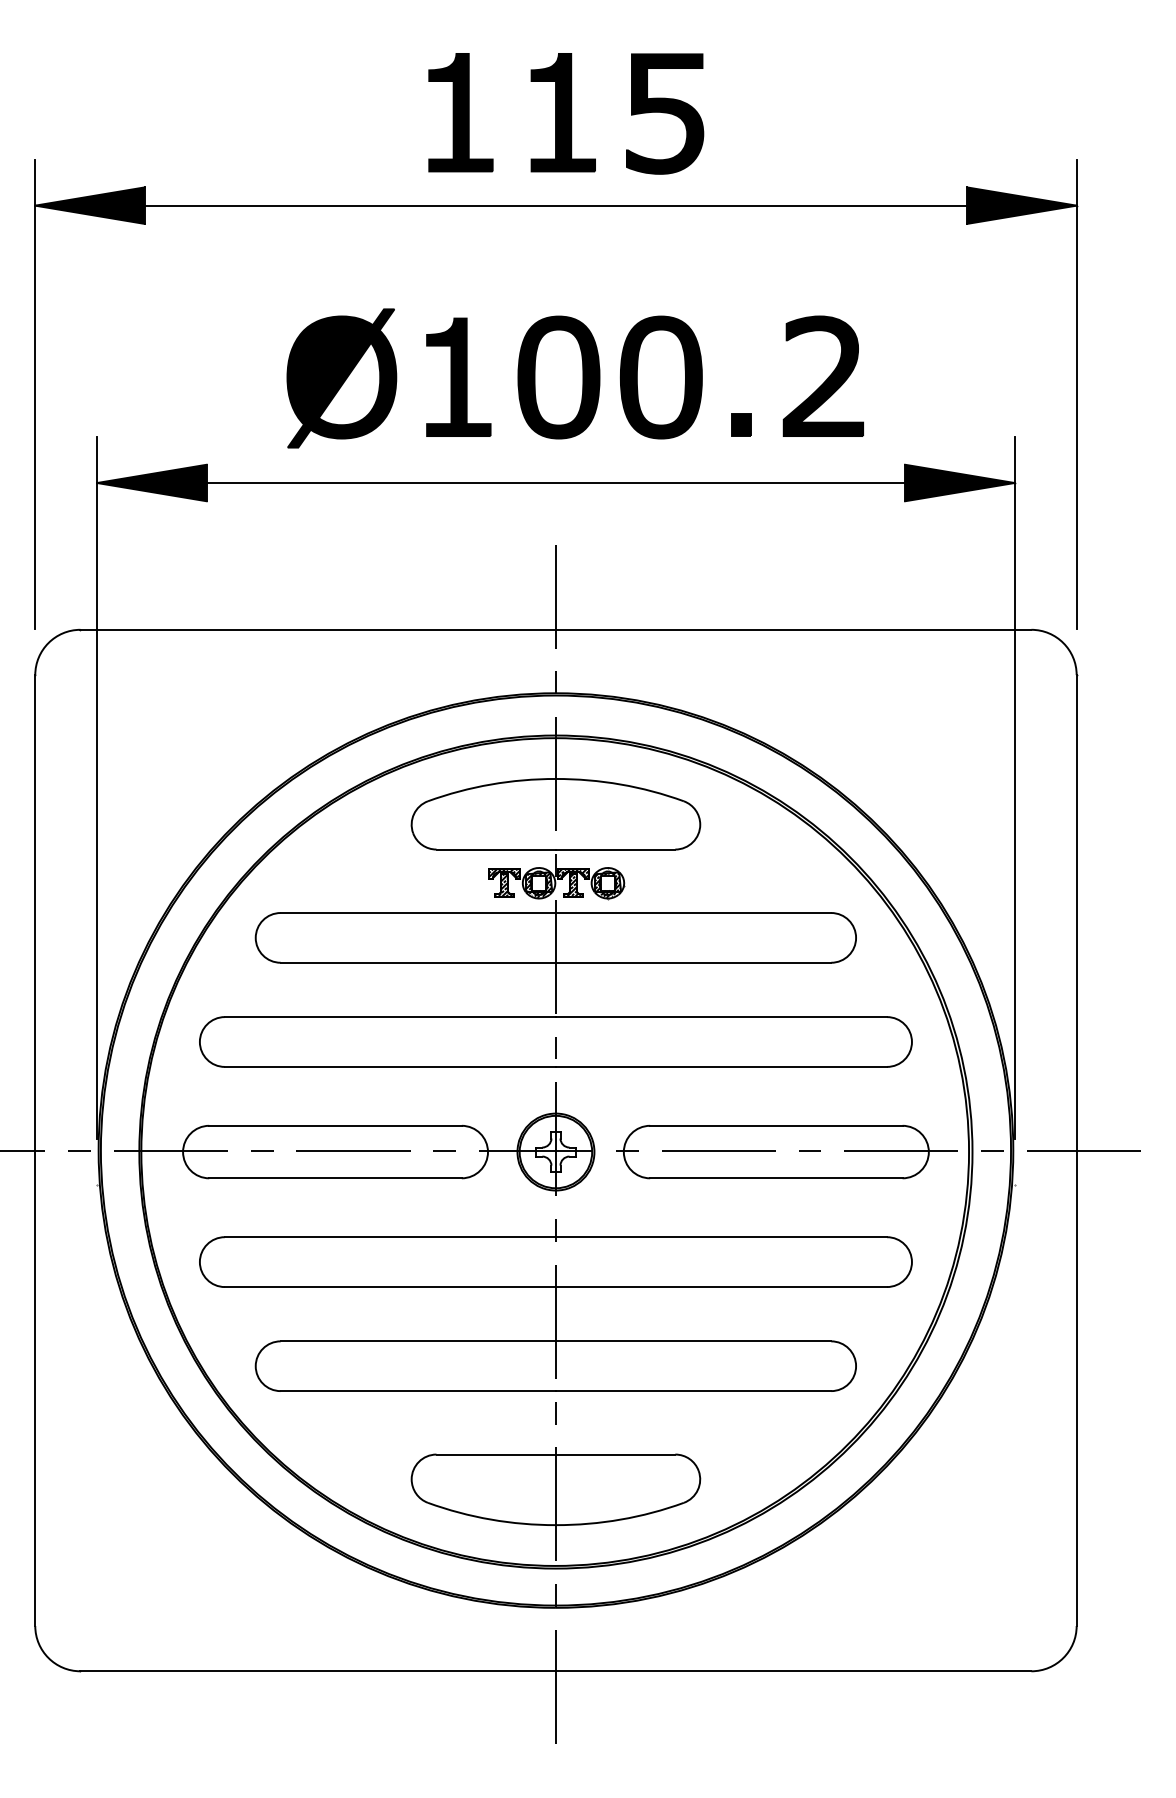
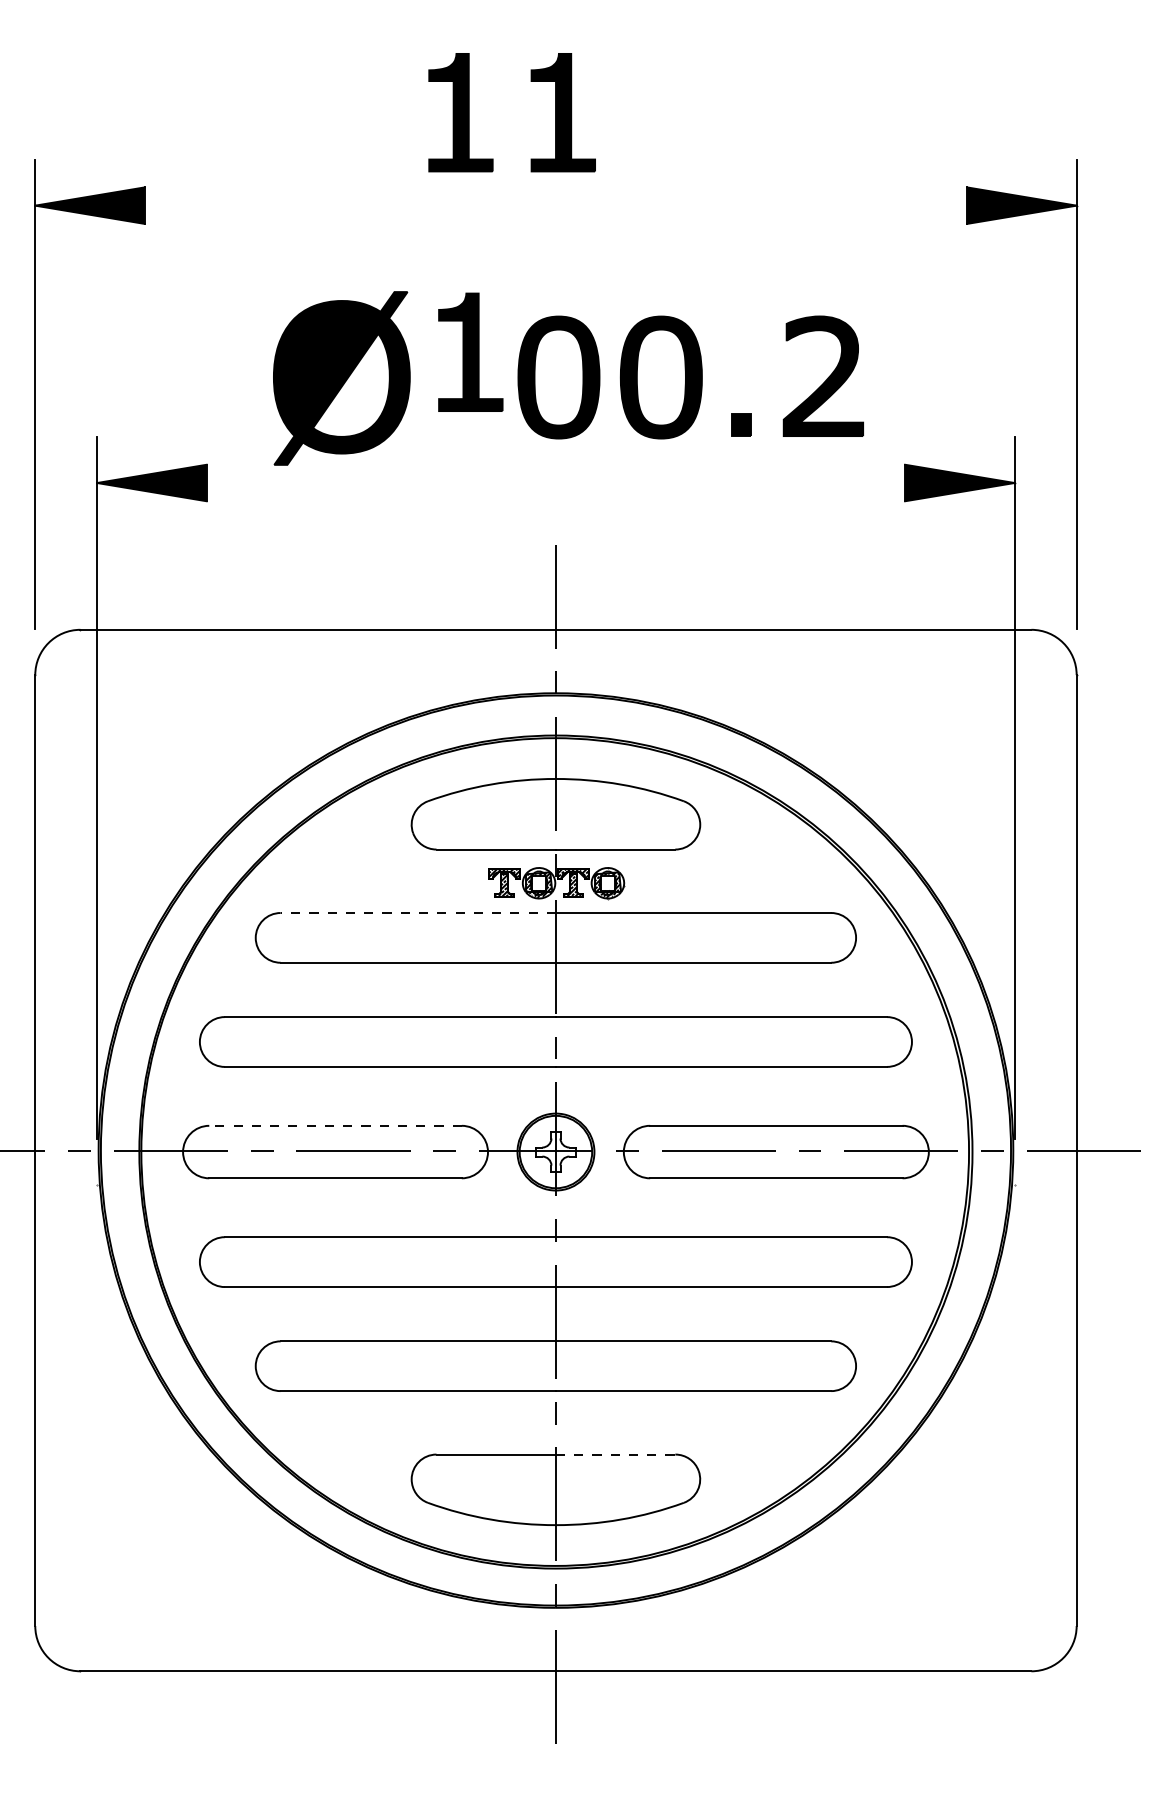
part at (665, 113): present -> none
line at (555, 205): present -> none
part at (458, 376) position: (458, 376) -> (470, 351)
part at (341, 378) size: 112x141 px -> 138x175 px
line at (555, 483): present -> none
line at (418, 913): solid -> dashed
line at (335, 1125): solid -> dashed
line at (615, 1454): solid -> dashed
